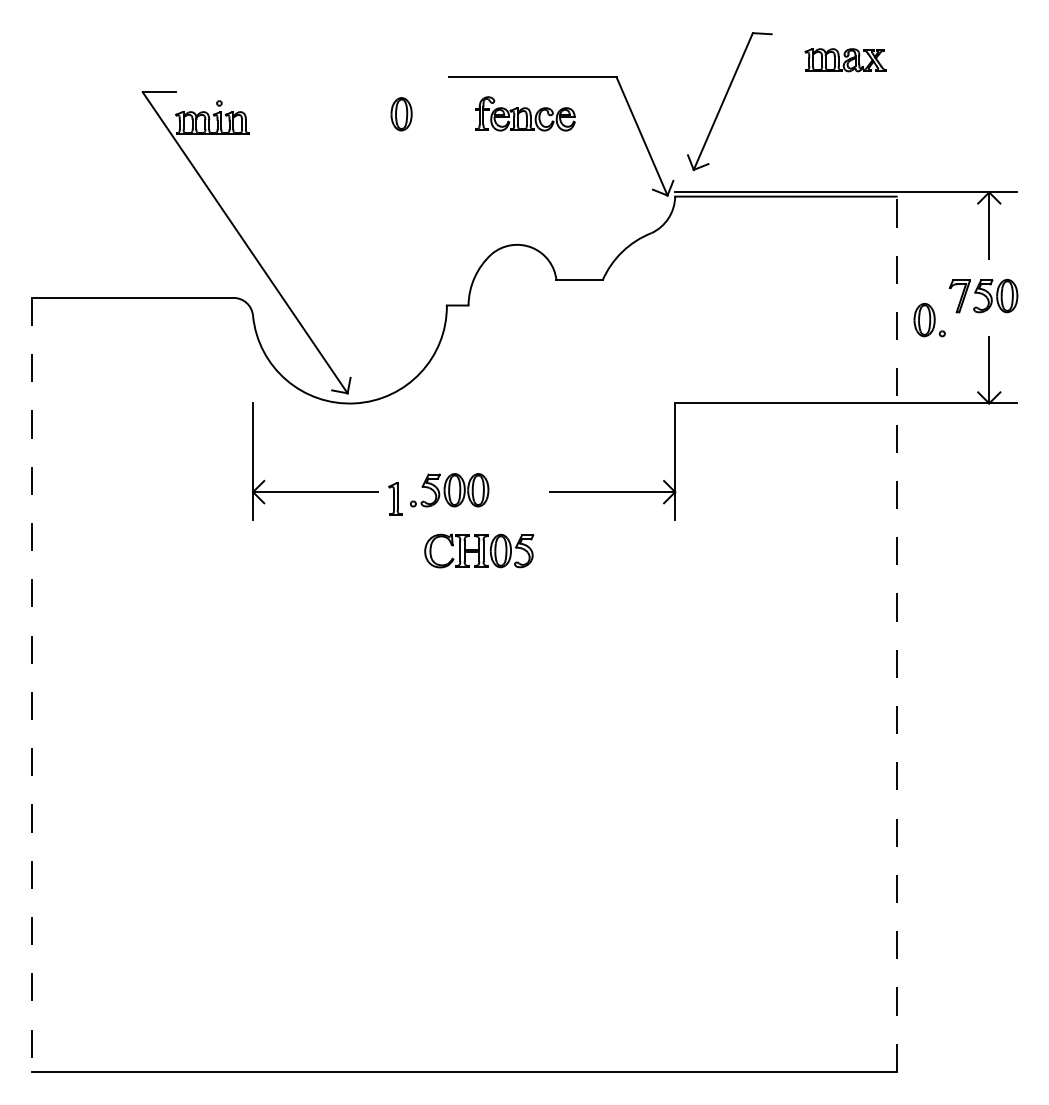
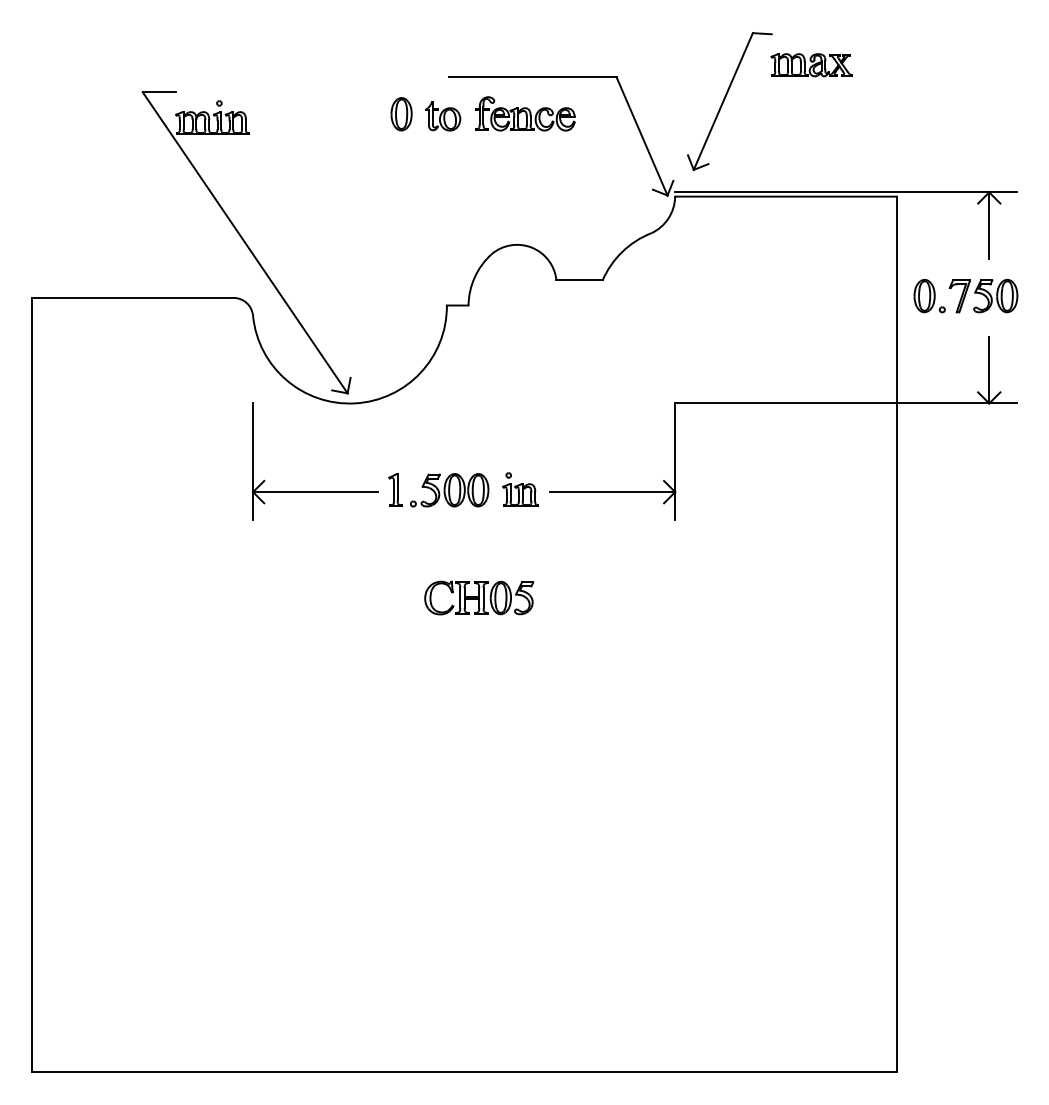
part at (845, 60) position: (845, 60) -> (811, 65)
part at (443, 116): none -> present
part at (929, 320) position: (929, 320) -> (929, 296)
part at (520, 489): none -> present
part at (395, 498) position: (395, 498) -> (395, 489)
part at (479, 550) position: (479, 550) -> (479, 597)
line at (896, 634): dashed -> solid
line at (31, 684): dashed -> solid
